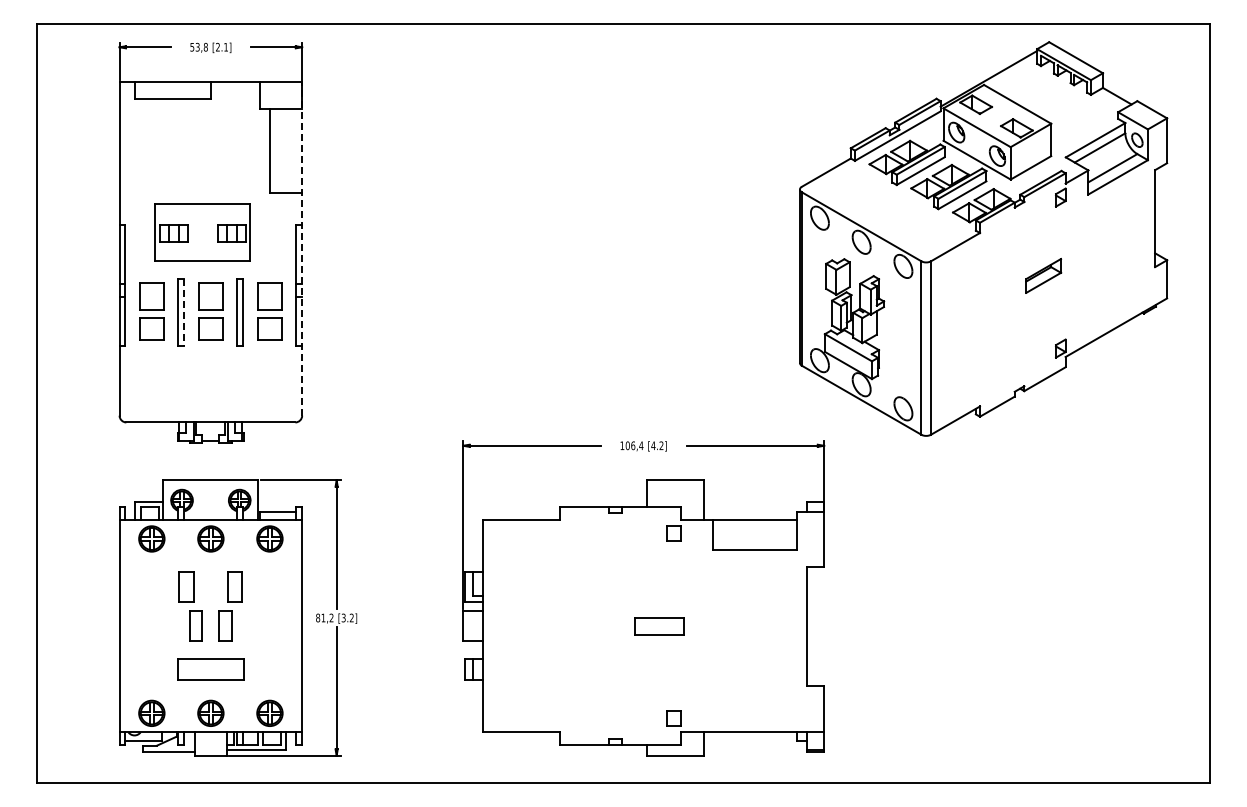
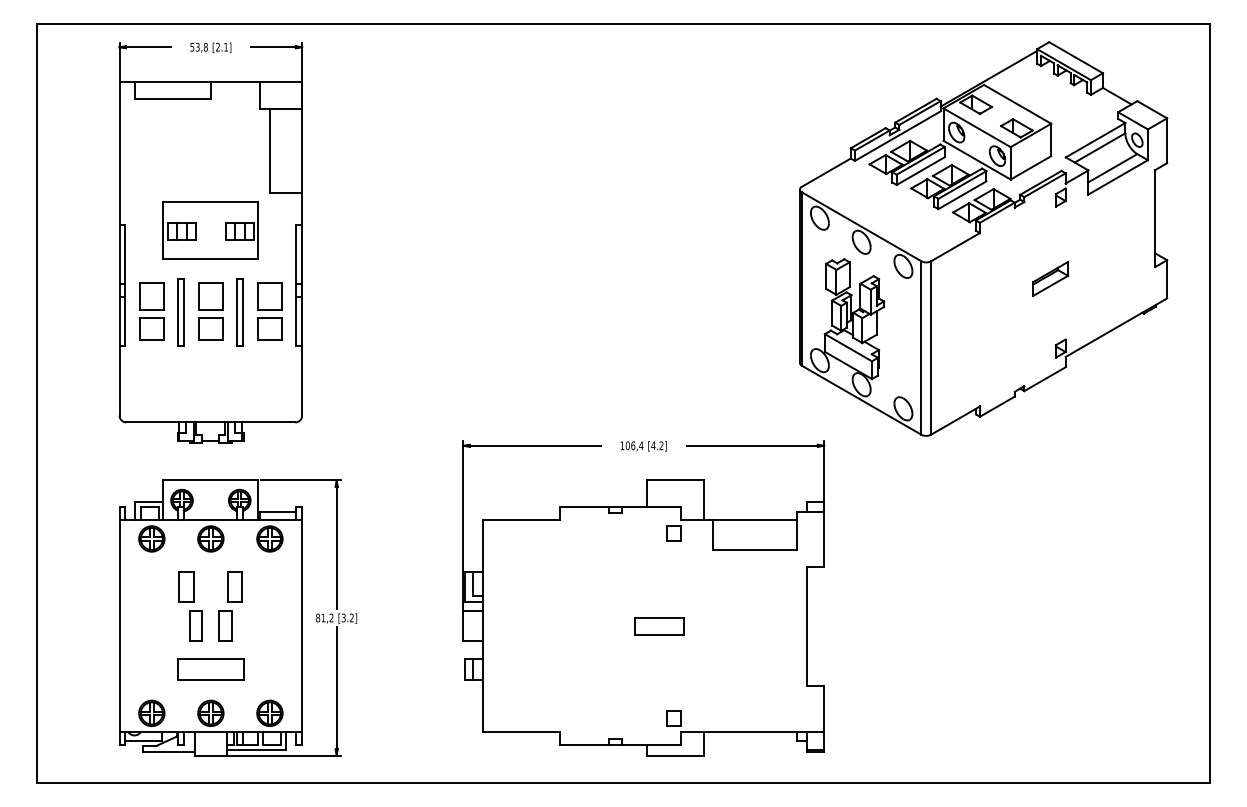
part at (202, 232) position: (202, 232) -> (210, 230)
line at (302, 248): dashed -> solid
part at (1043, 275) position: (1043, 275) -> (1050, 278)
line at (184, 312): dashed -> solid
